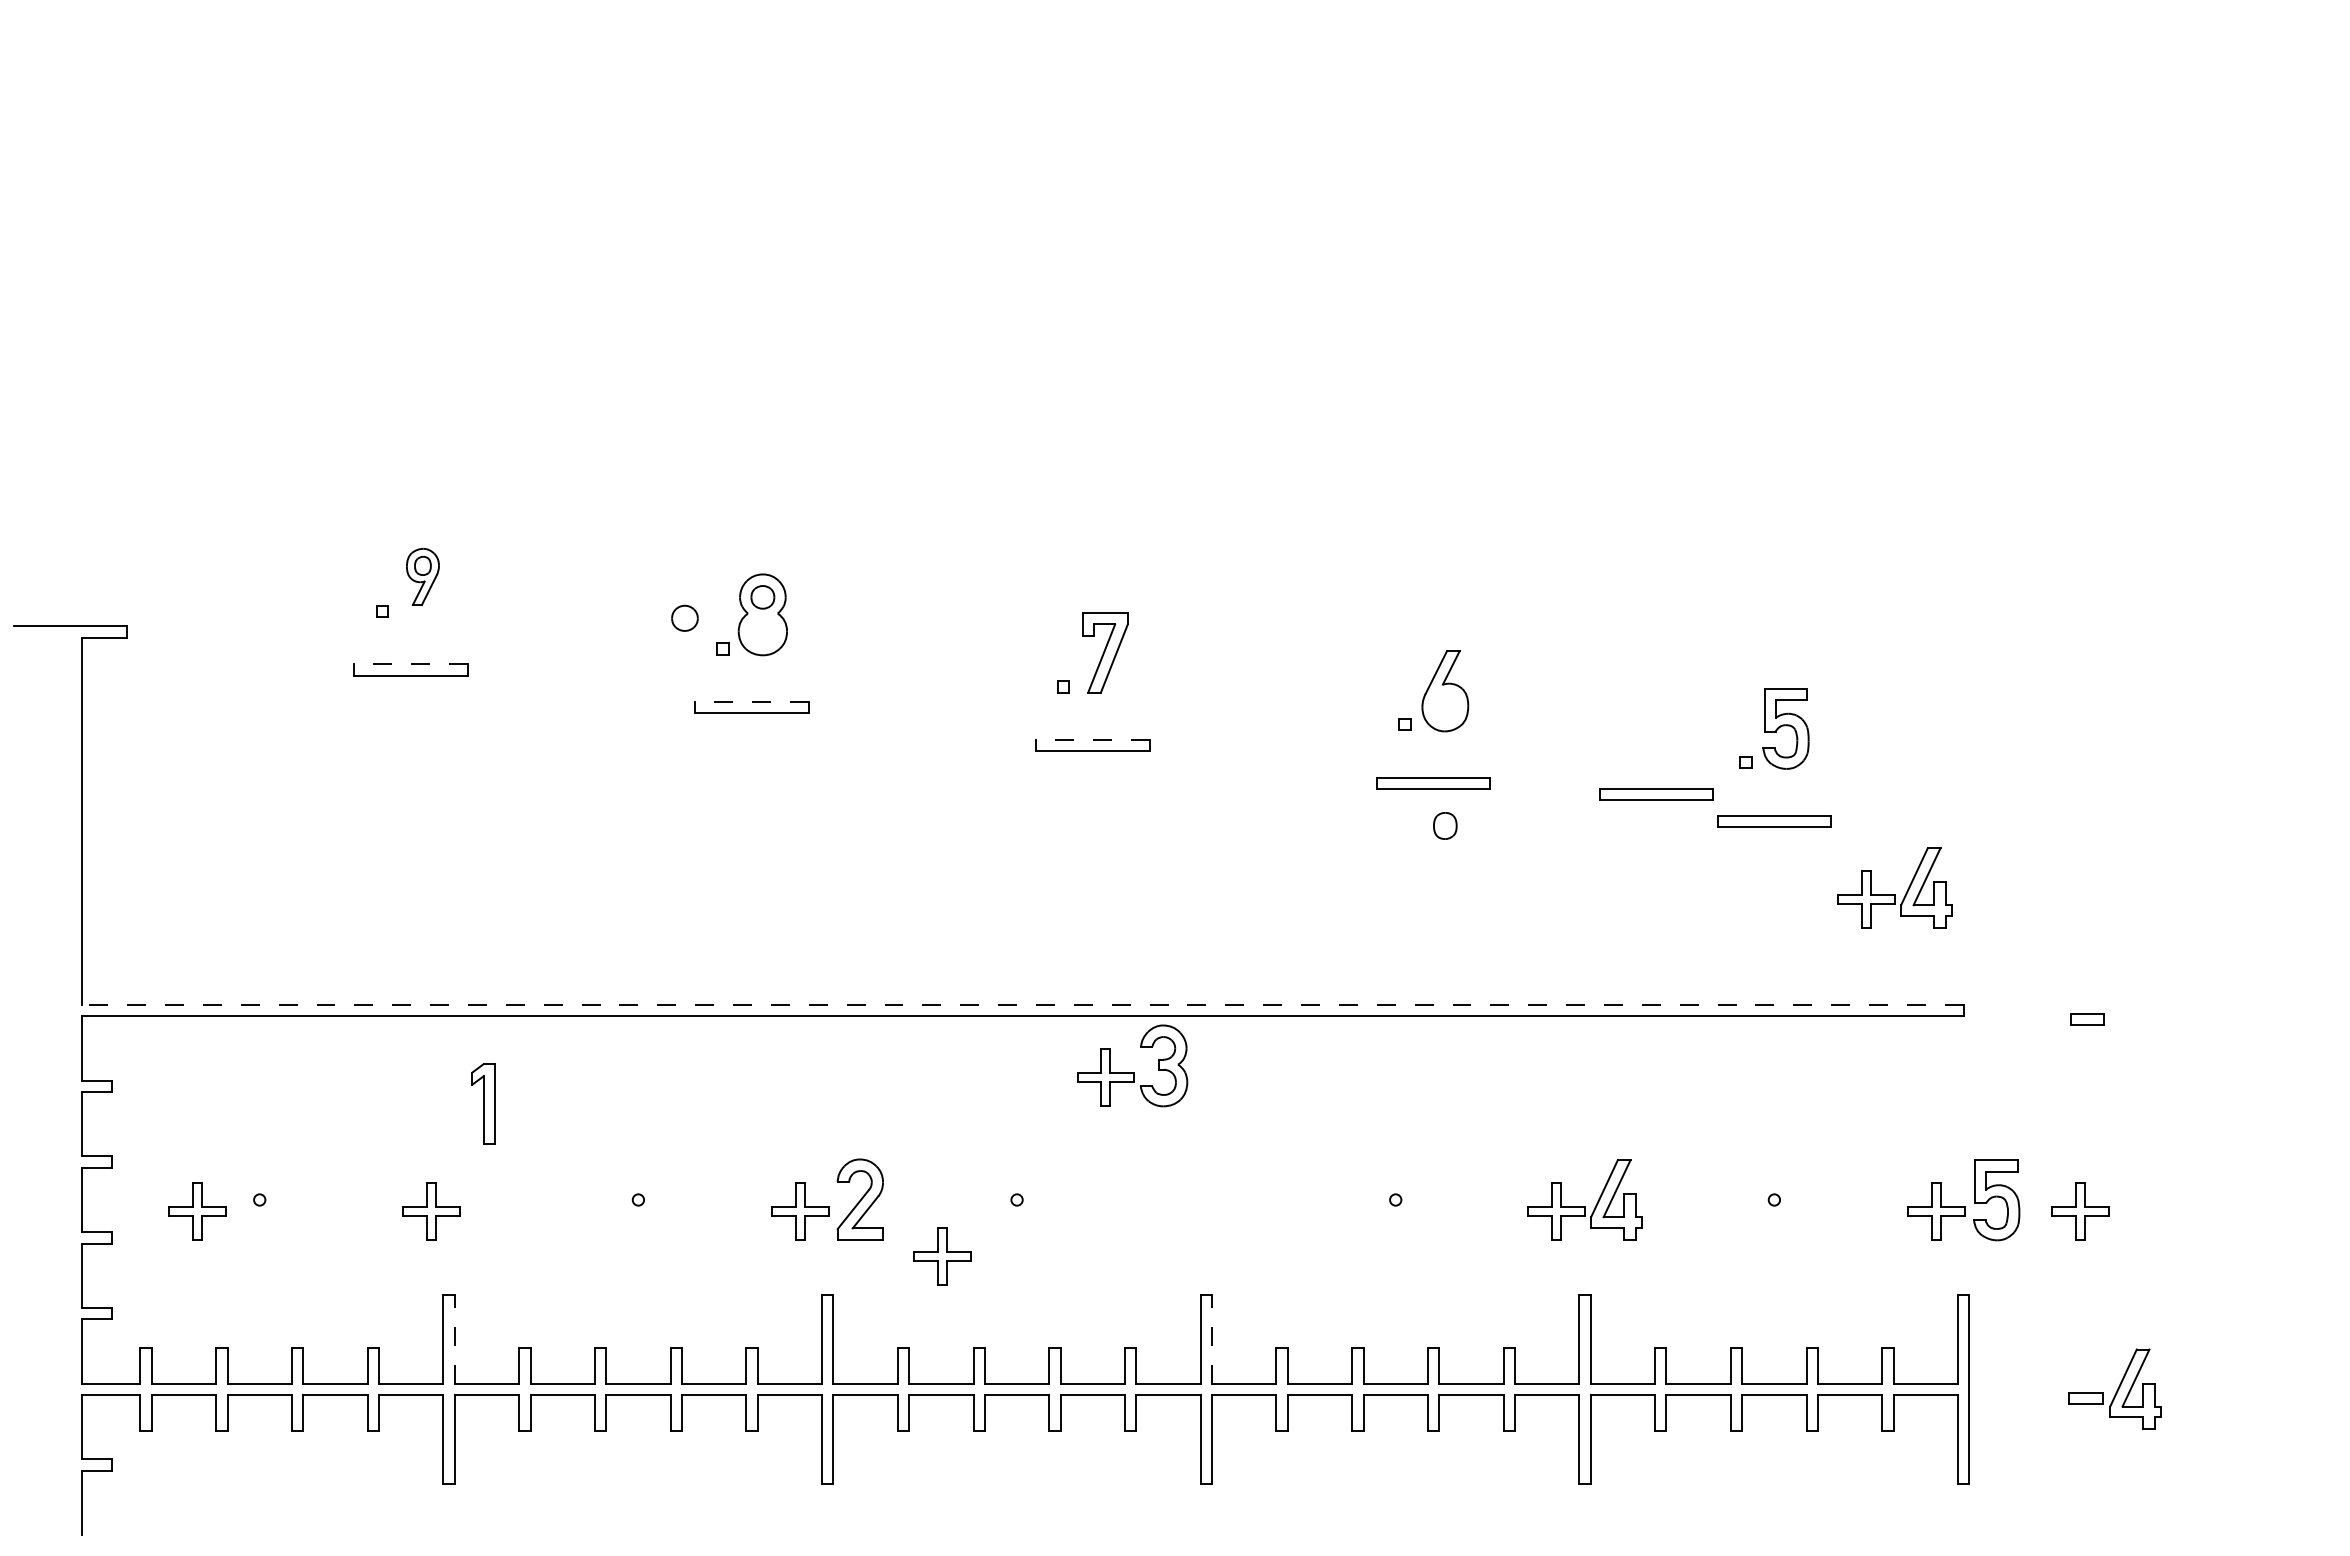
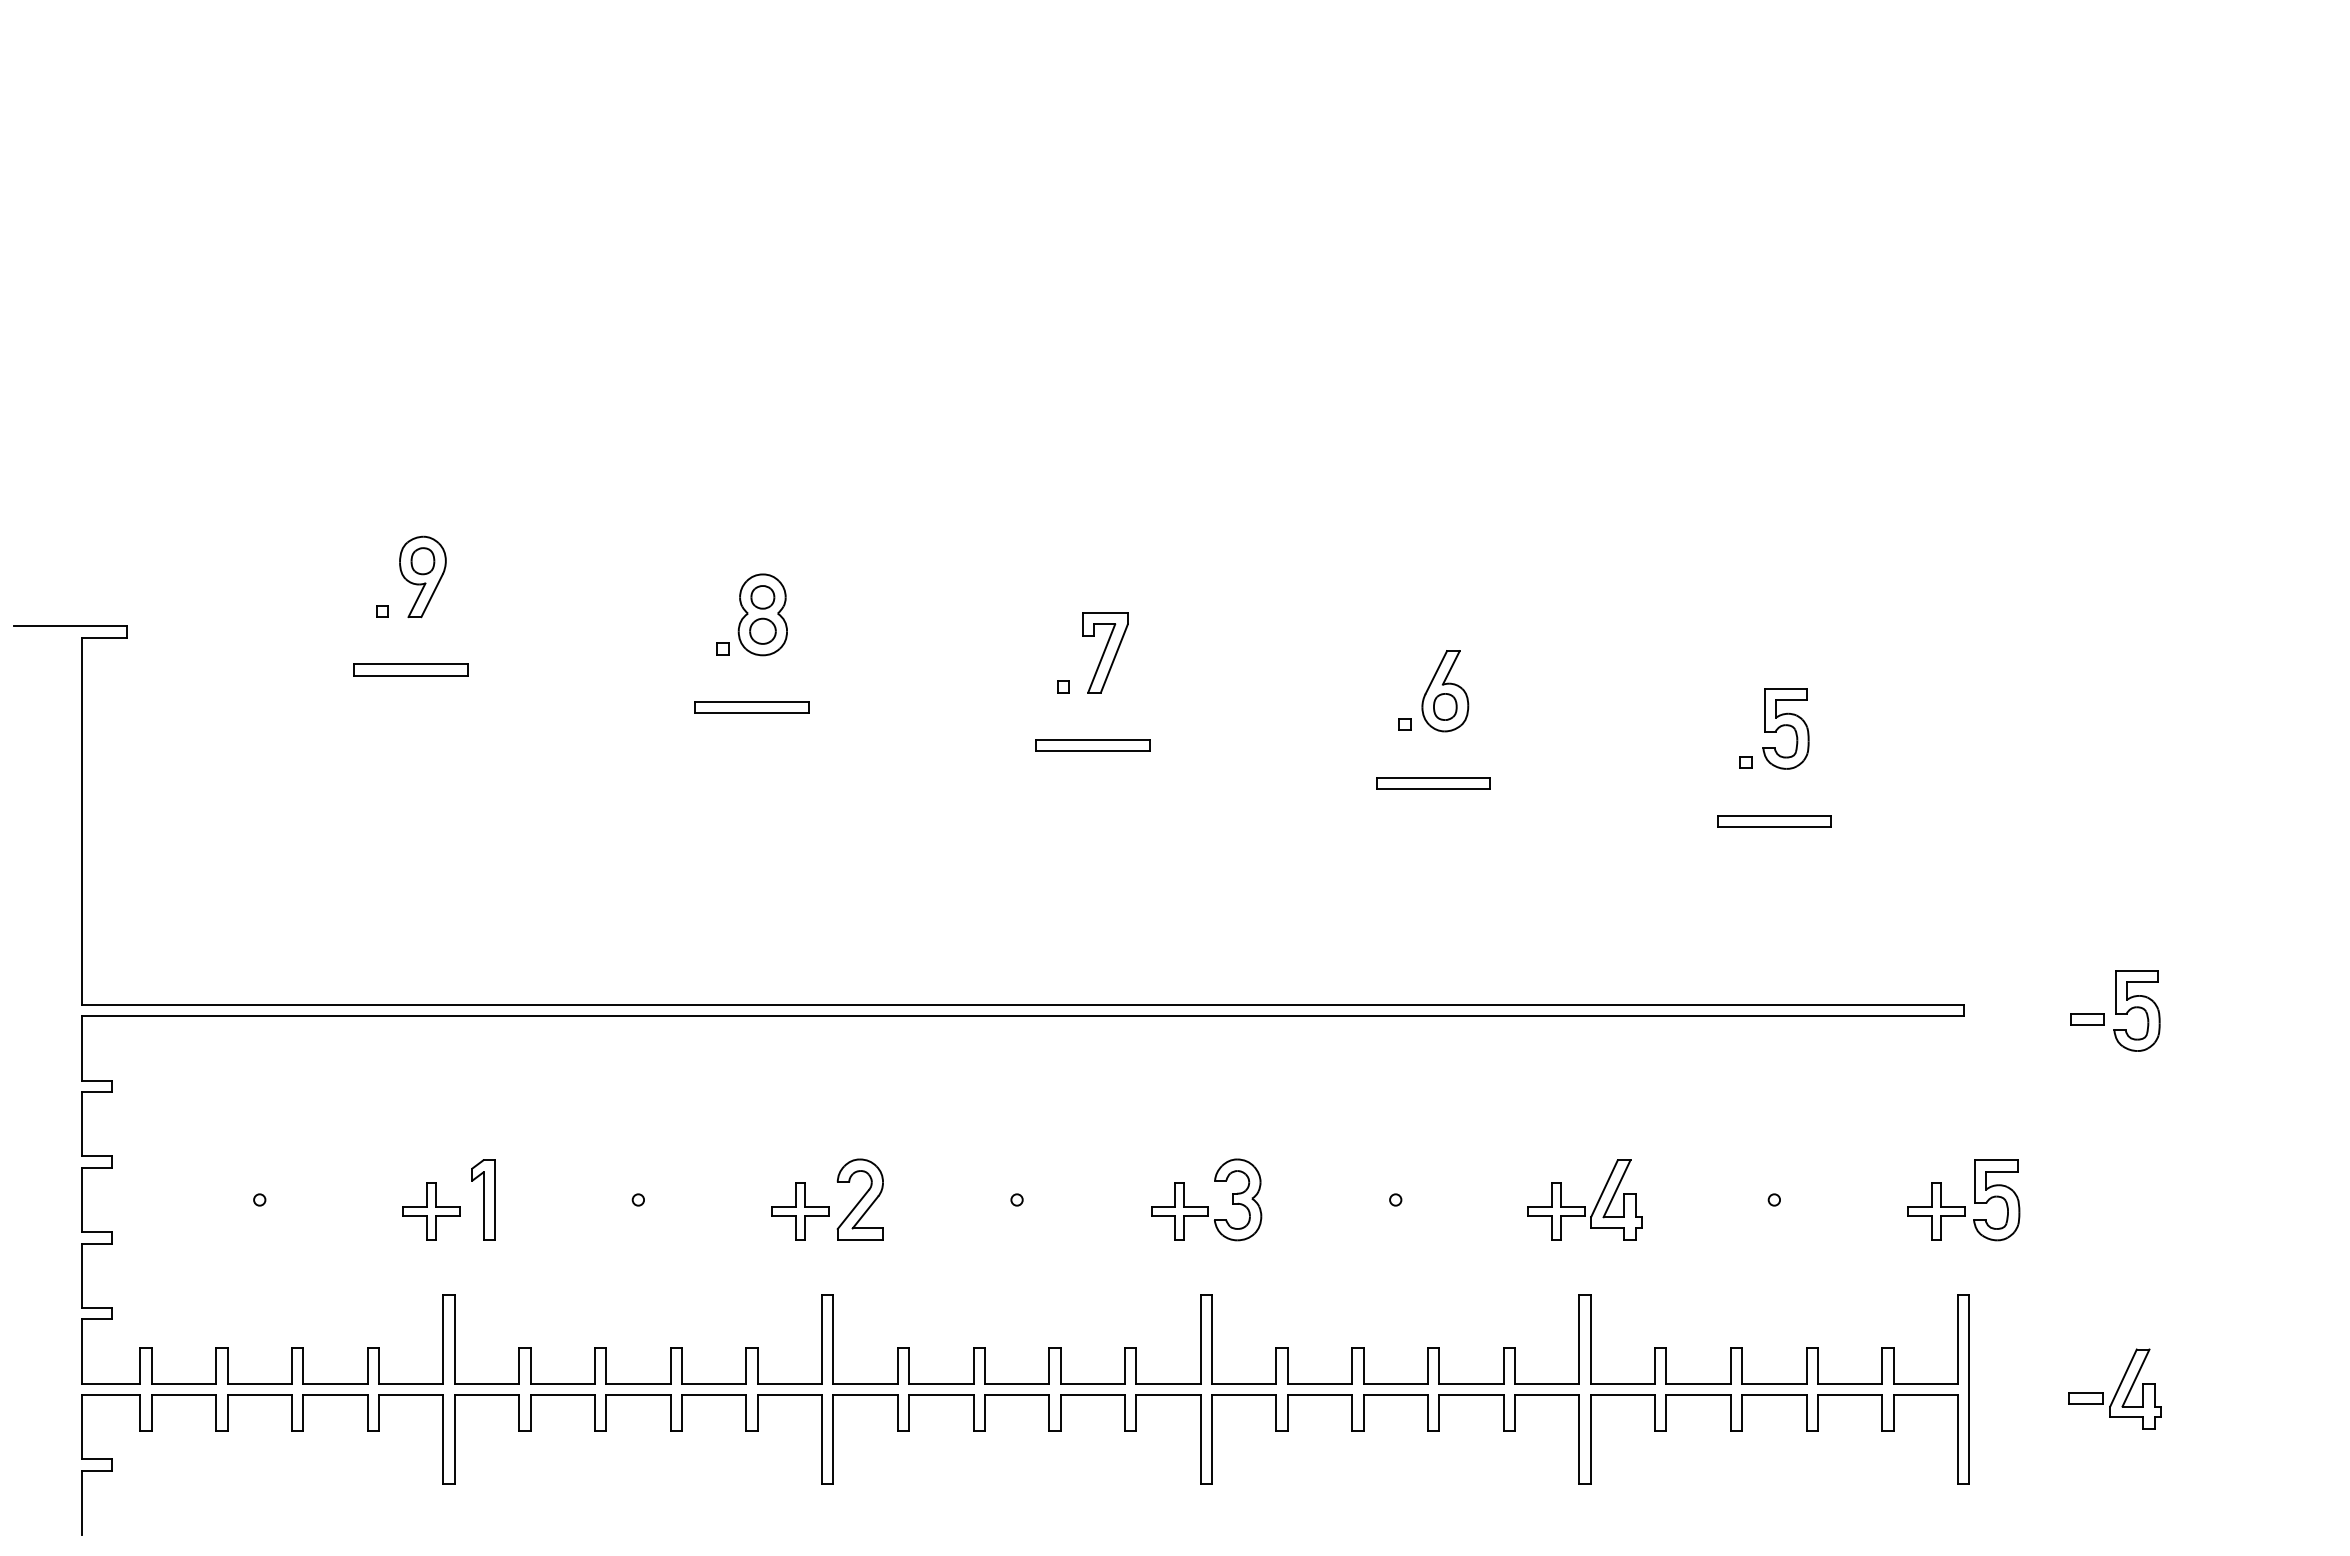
part at (422, 576) size: 34x58 px -> 48x84 px
part at (684, 617) position: (684, 617) -> (762, 630)
line at (411, 664): dashed -> solid
line at (752, 702): dashed -> solid
line at (1092, 739): dashed -> solid
part at (1656, 794): present -> none
part at (1445, 825) position: (1445, 825) -> (1445, 706)
part at (1894, 894): present -> none
line at (1022, 1005): dashed -> solid
part at (2136, 1010): none -> present
part at (1132, 1072) position: (1132, 1072) -> (1206, 1206)
part at (483, 1103) position: (483, 1103) -> (483, 1199)
part at (197, 1211): present -> none
part at (2080, 1211): present -> none
part at (942, 1256): present -> none
line at (454, 1338): dashed -> solid
line at (1212, 1338): dashed -> solid
